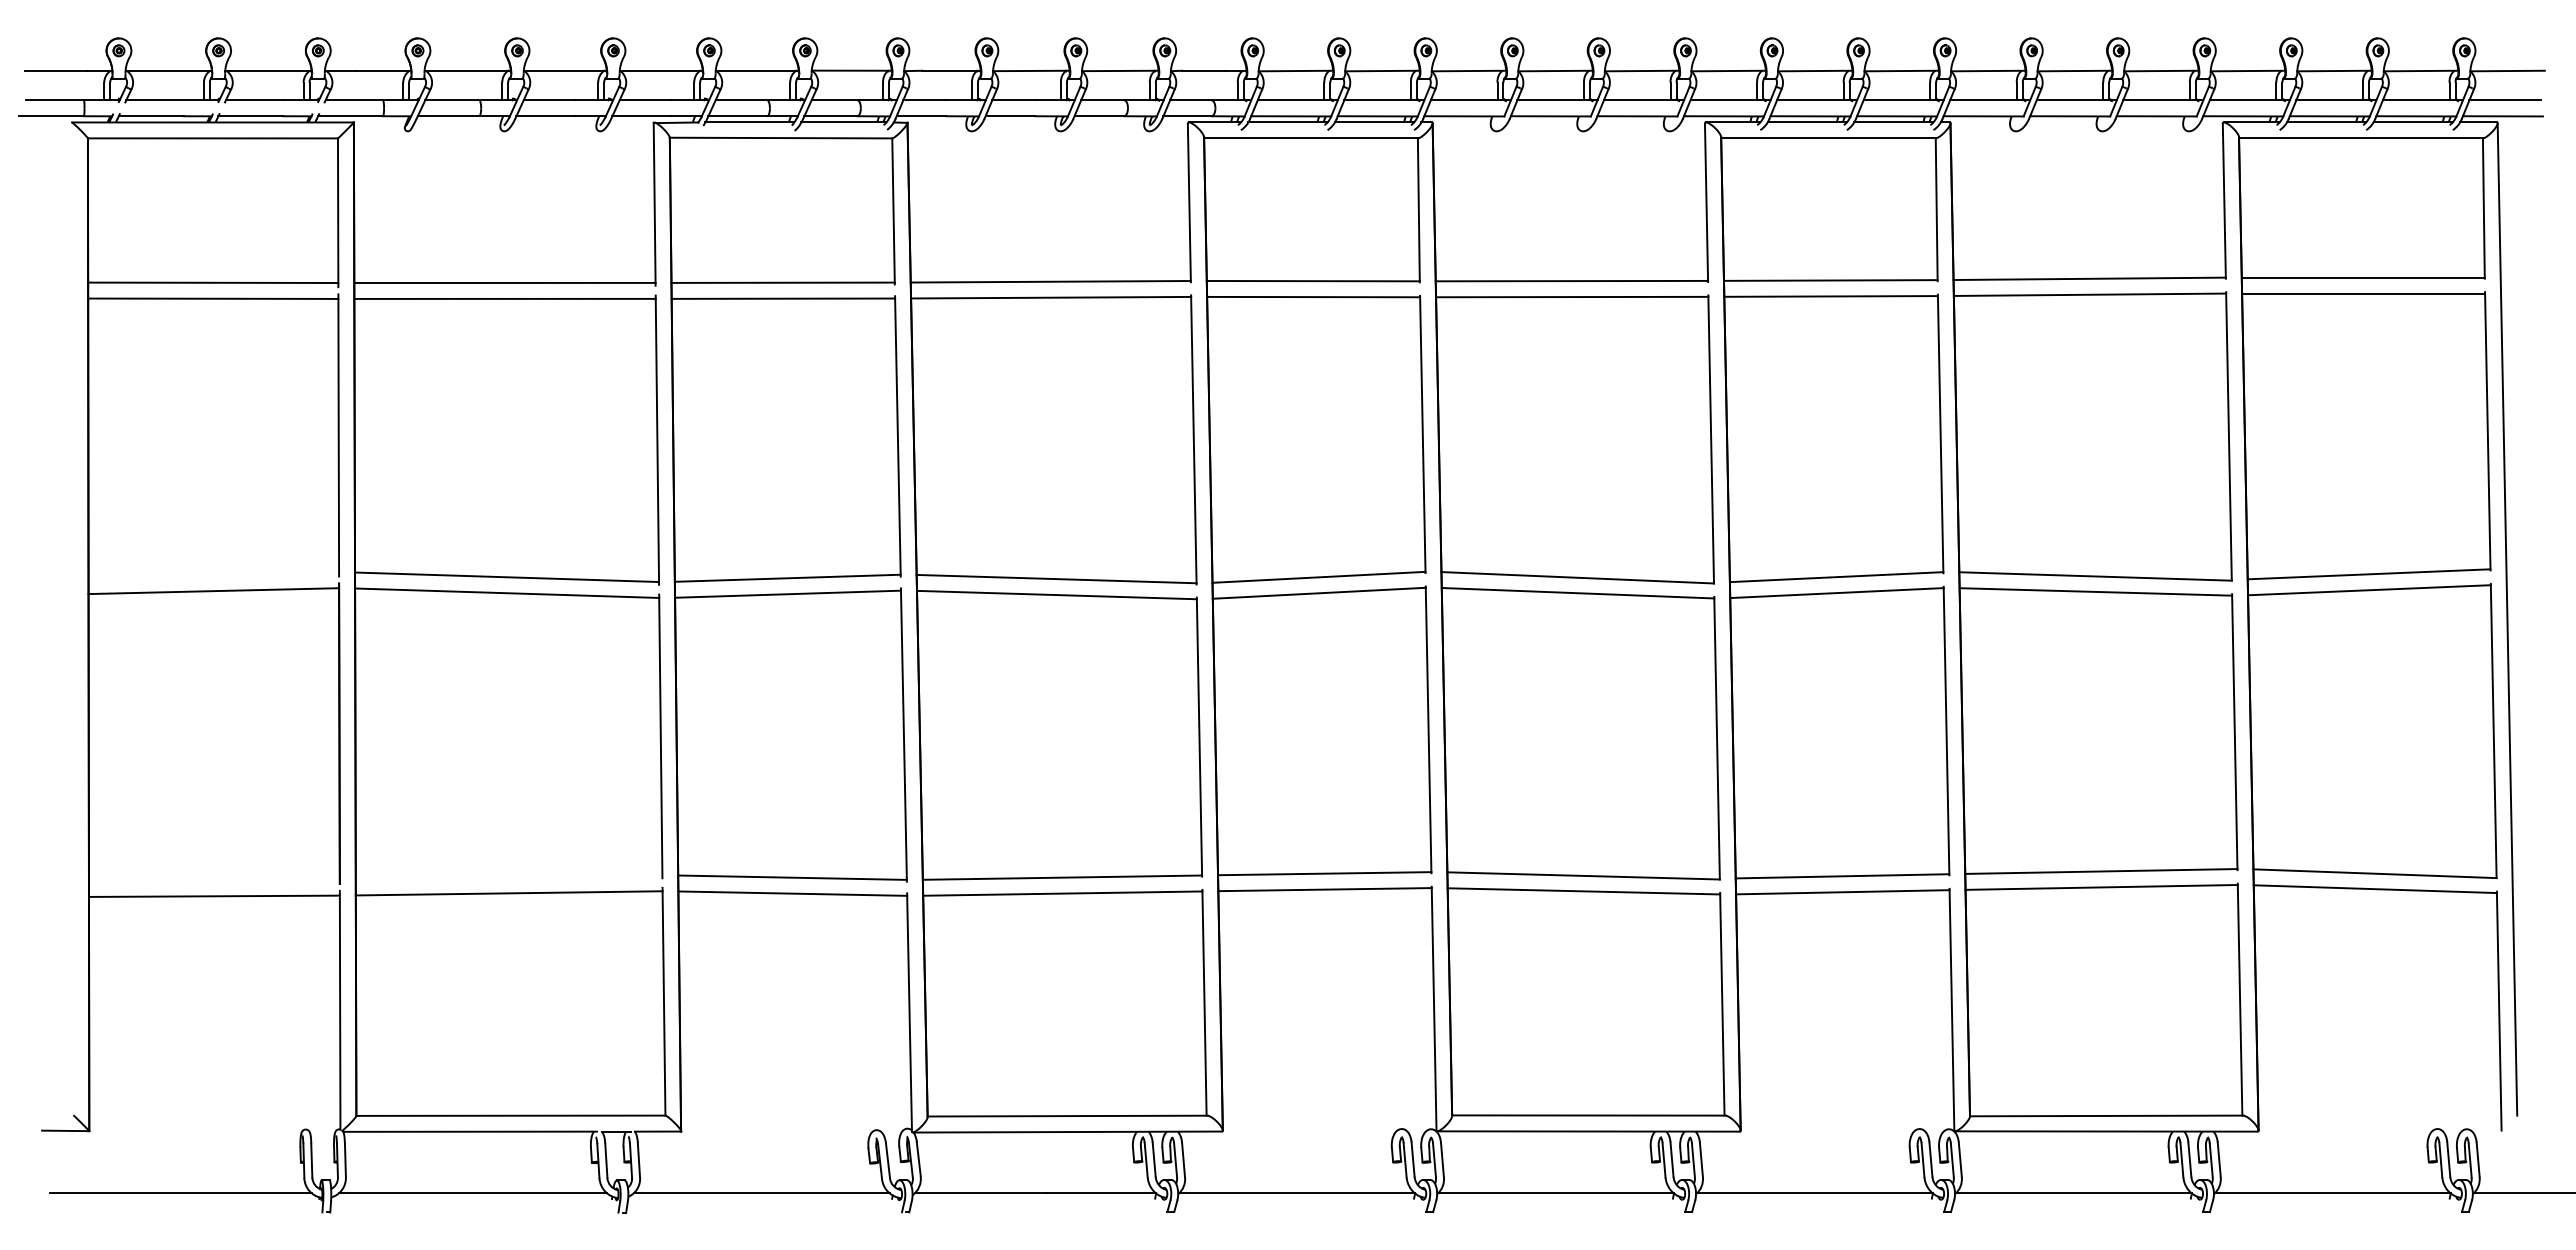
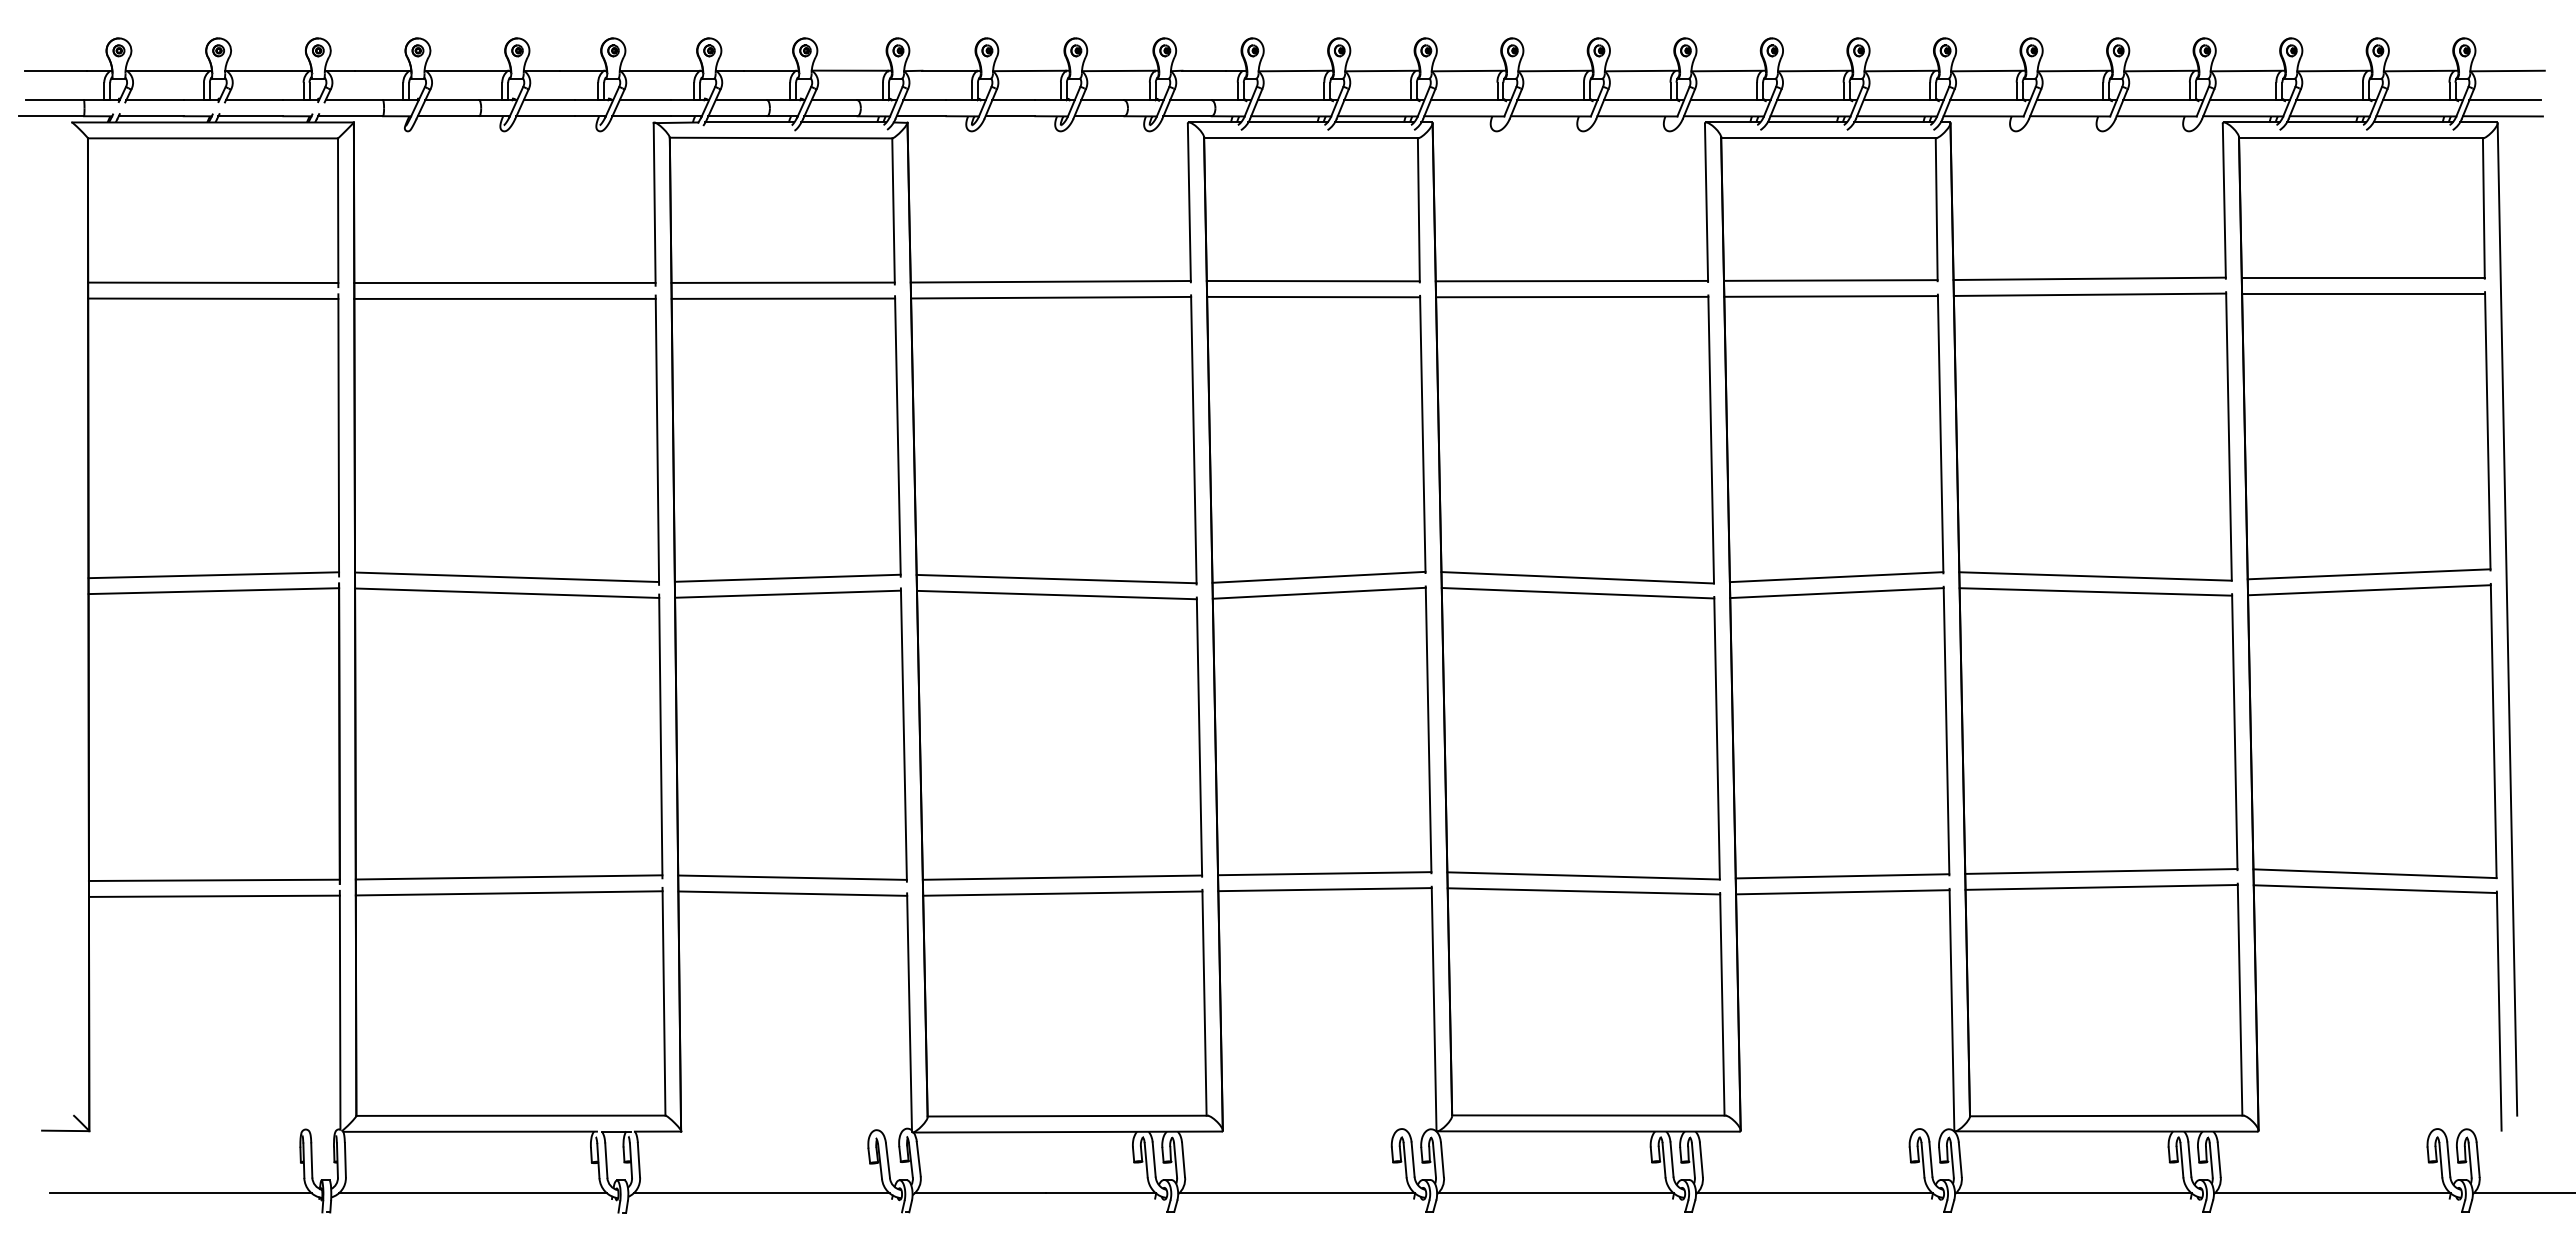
line at (213, 575): none -> present
line at (508, 877): none -> present
line at (213, 880): none -> present
